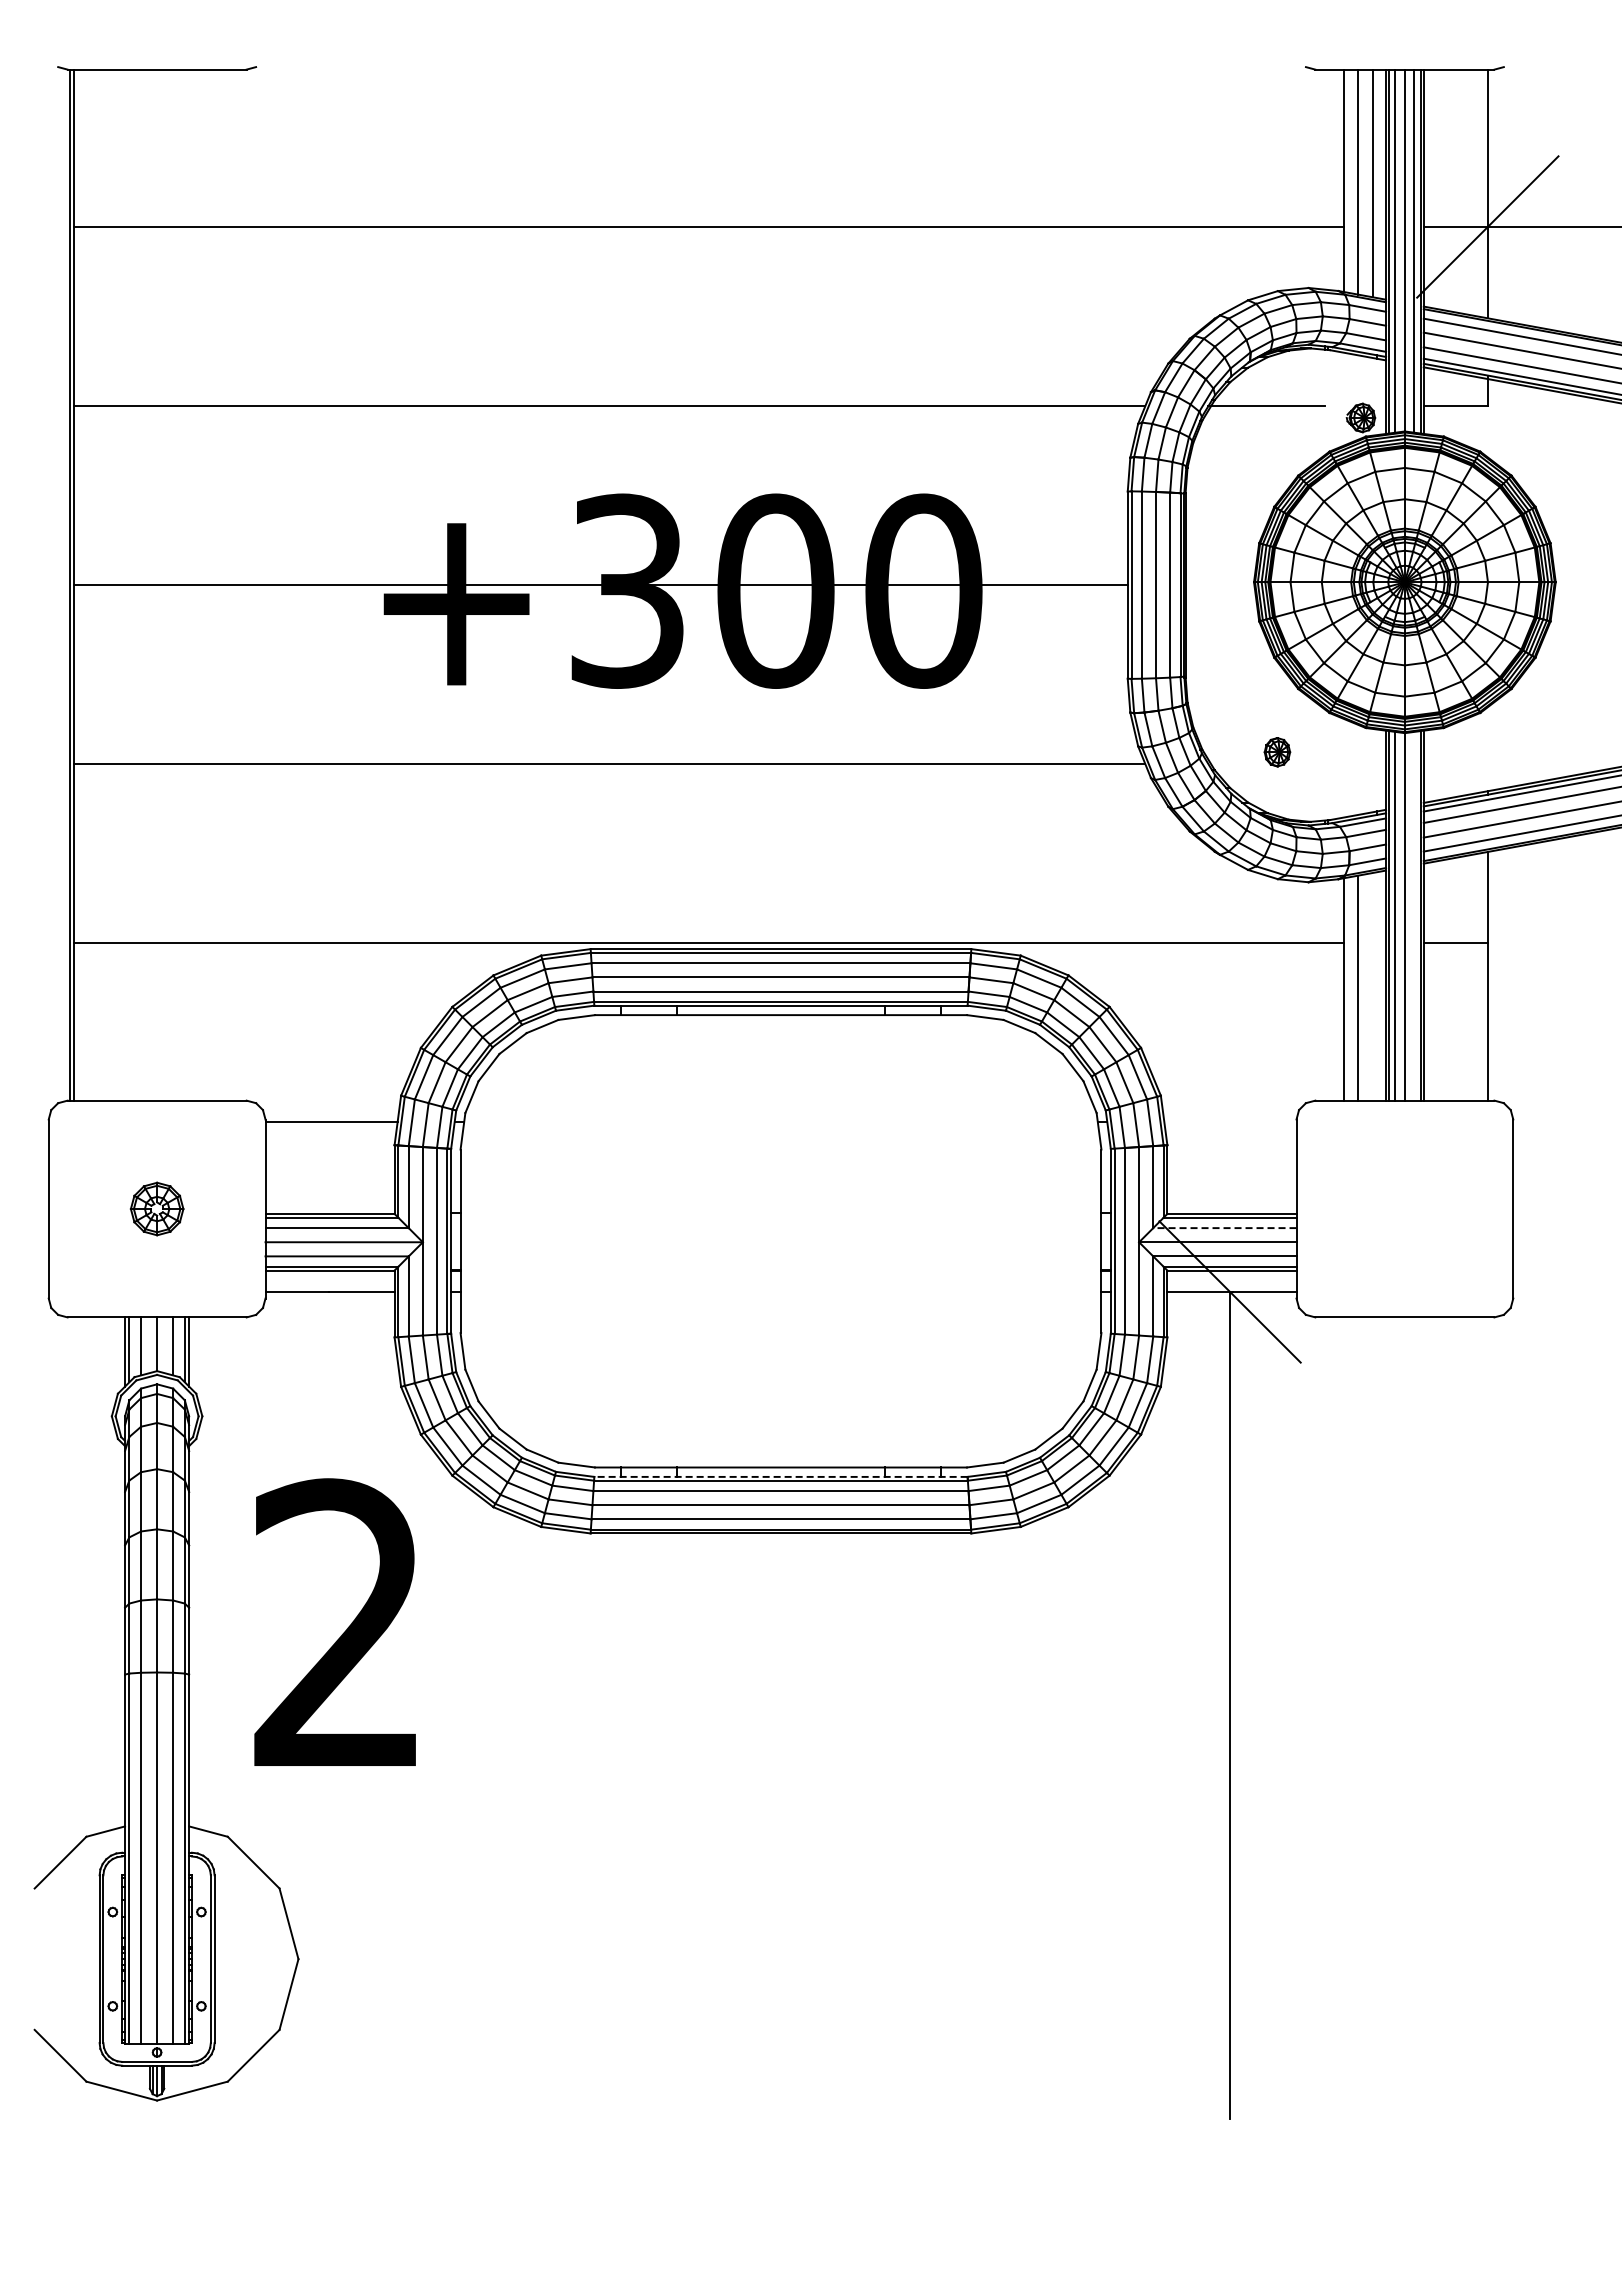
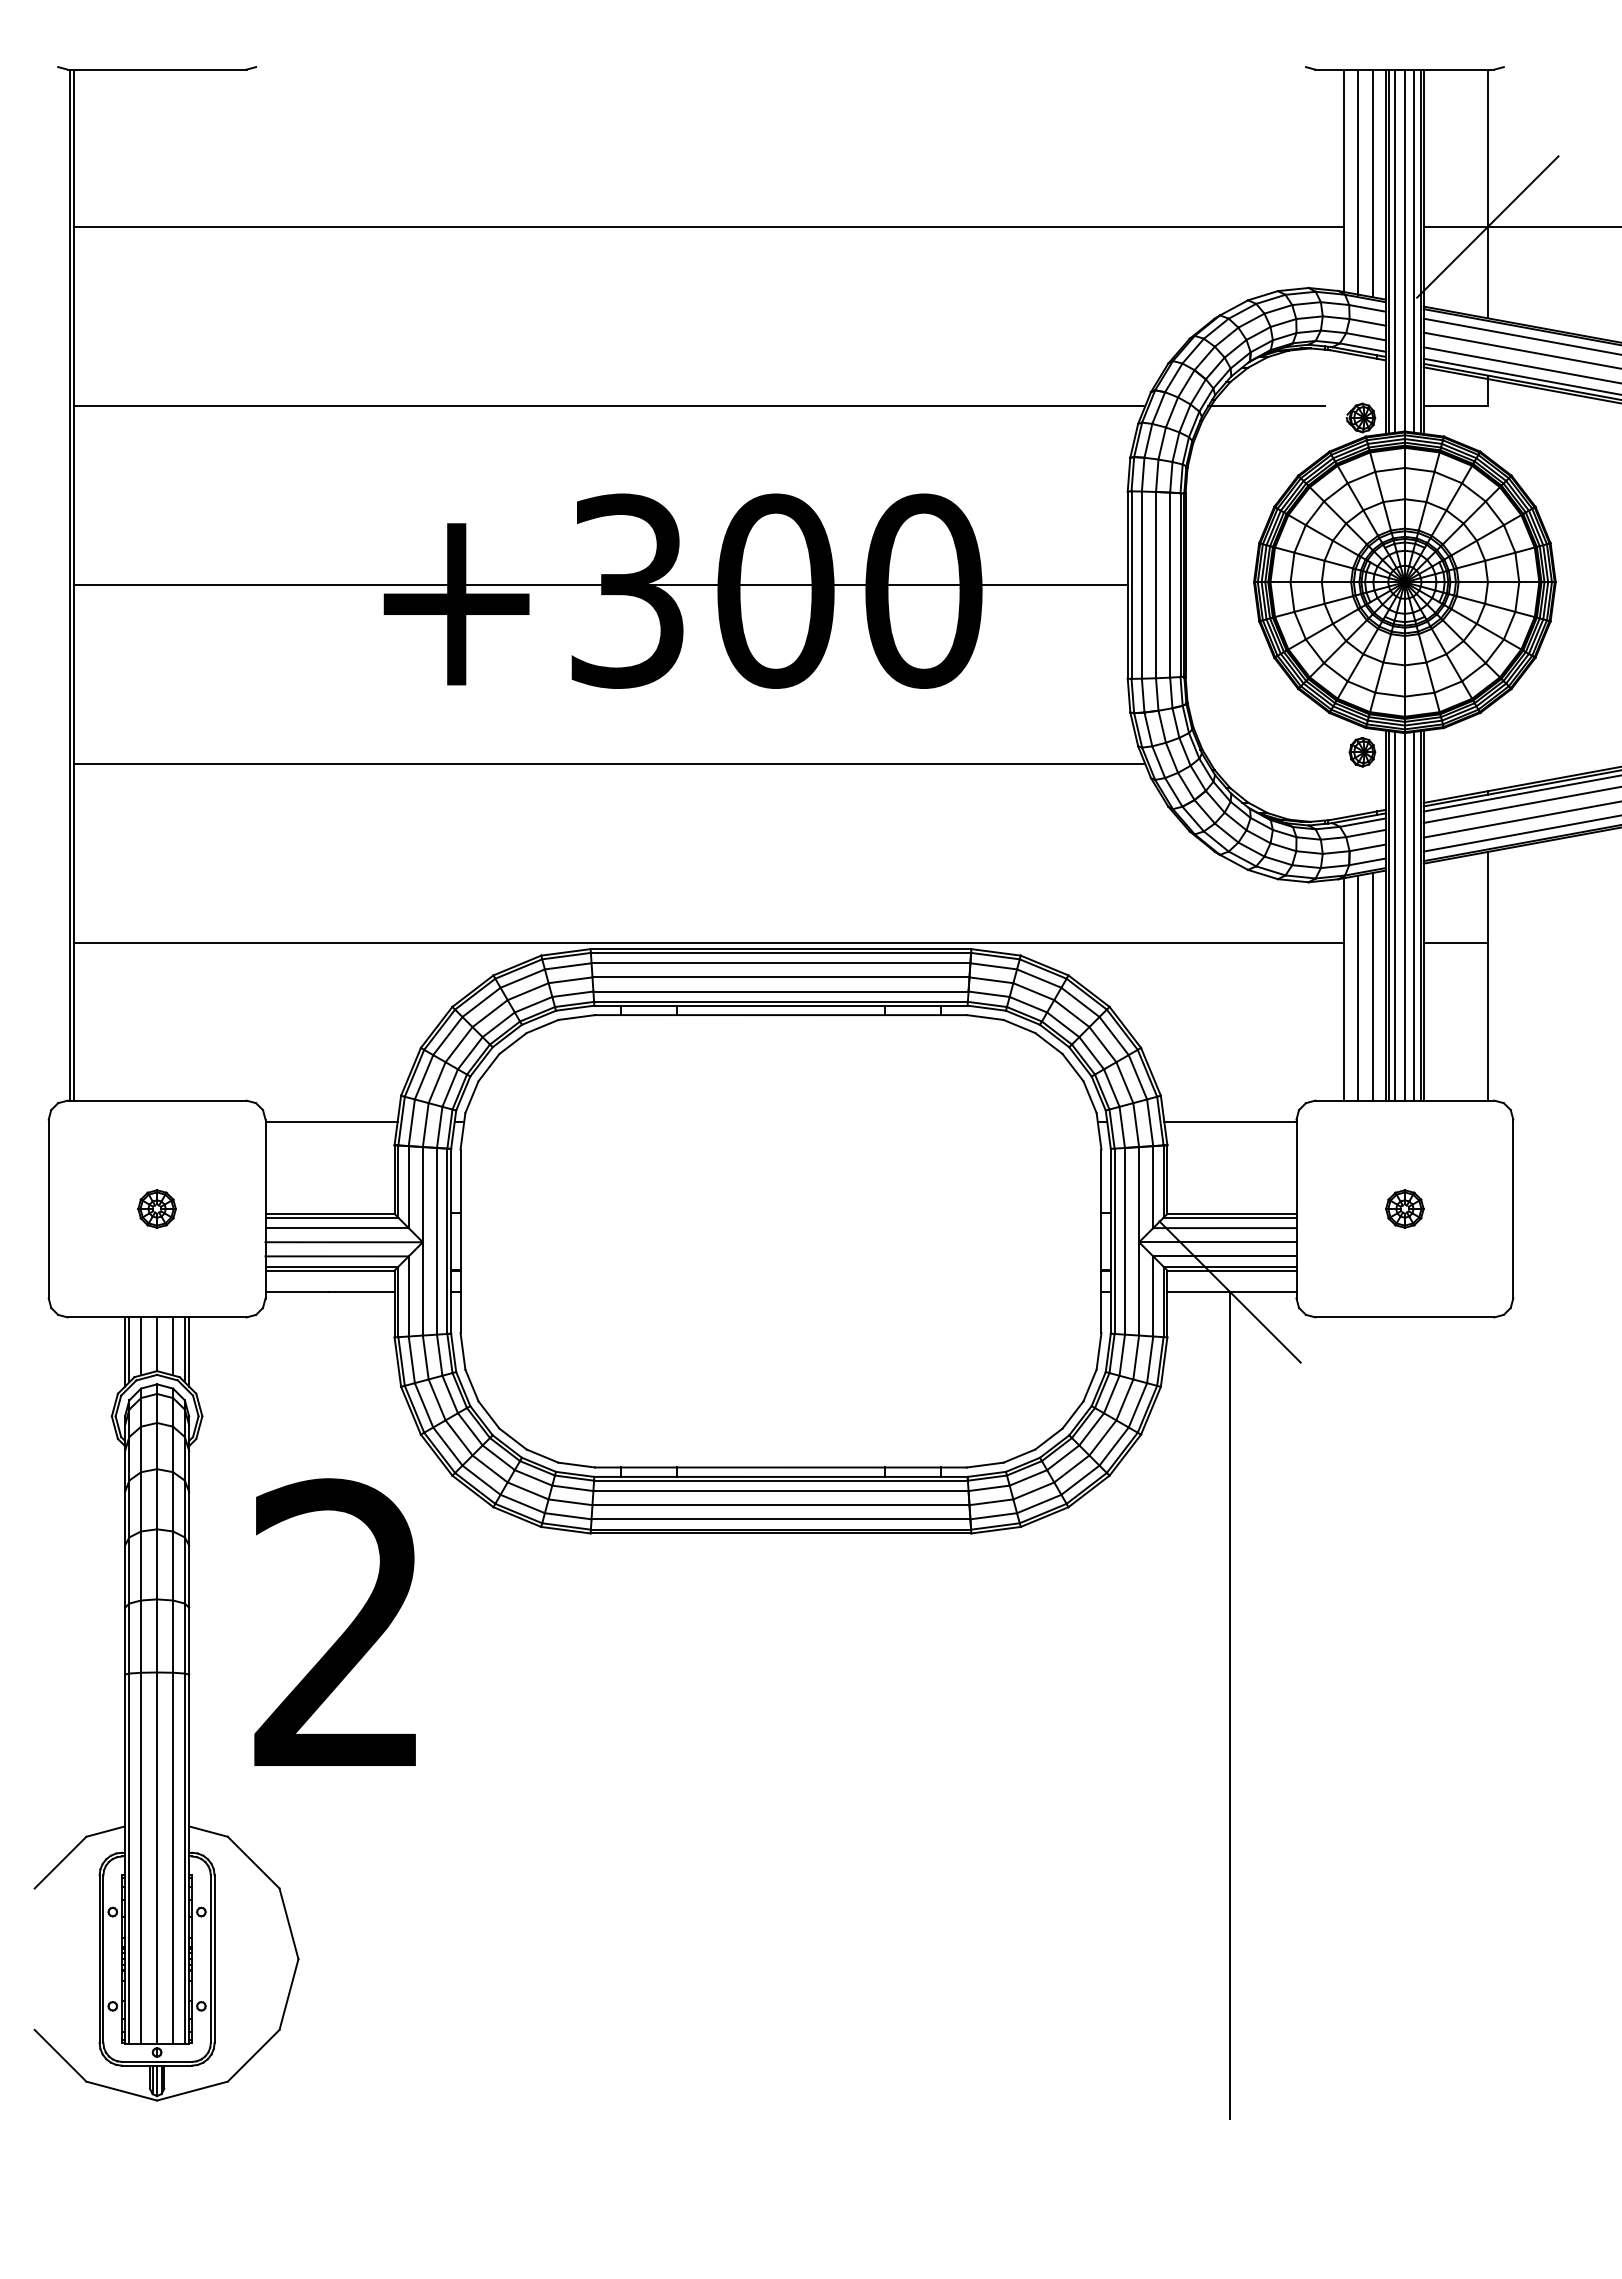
part at (1277, 752) position: (1277, 752) -> (1362, 752)
line at (1414, 915): none -> present
line at (1372, 986): none -> present
line at (1230, 1122): none -> present
part at (156, 1208) size: 56x56 px -> 40x40 px
part at (1404, 1208): none -> present
line at (1224, 1228): dashed -> solid
line at (780, 1476): dashed -> solid
